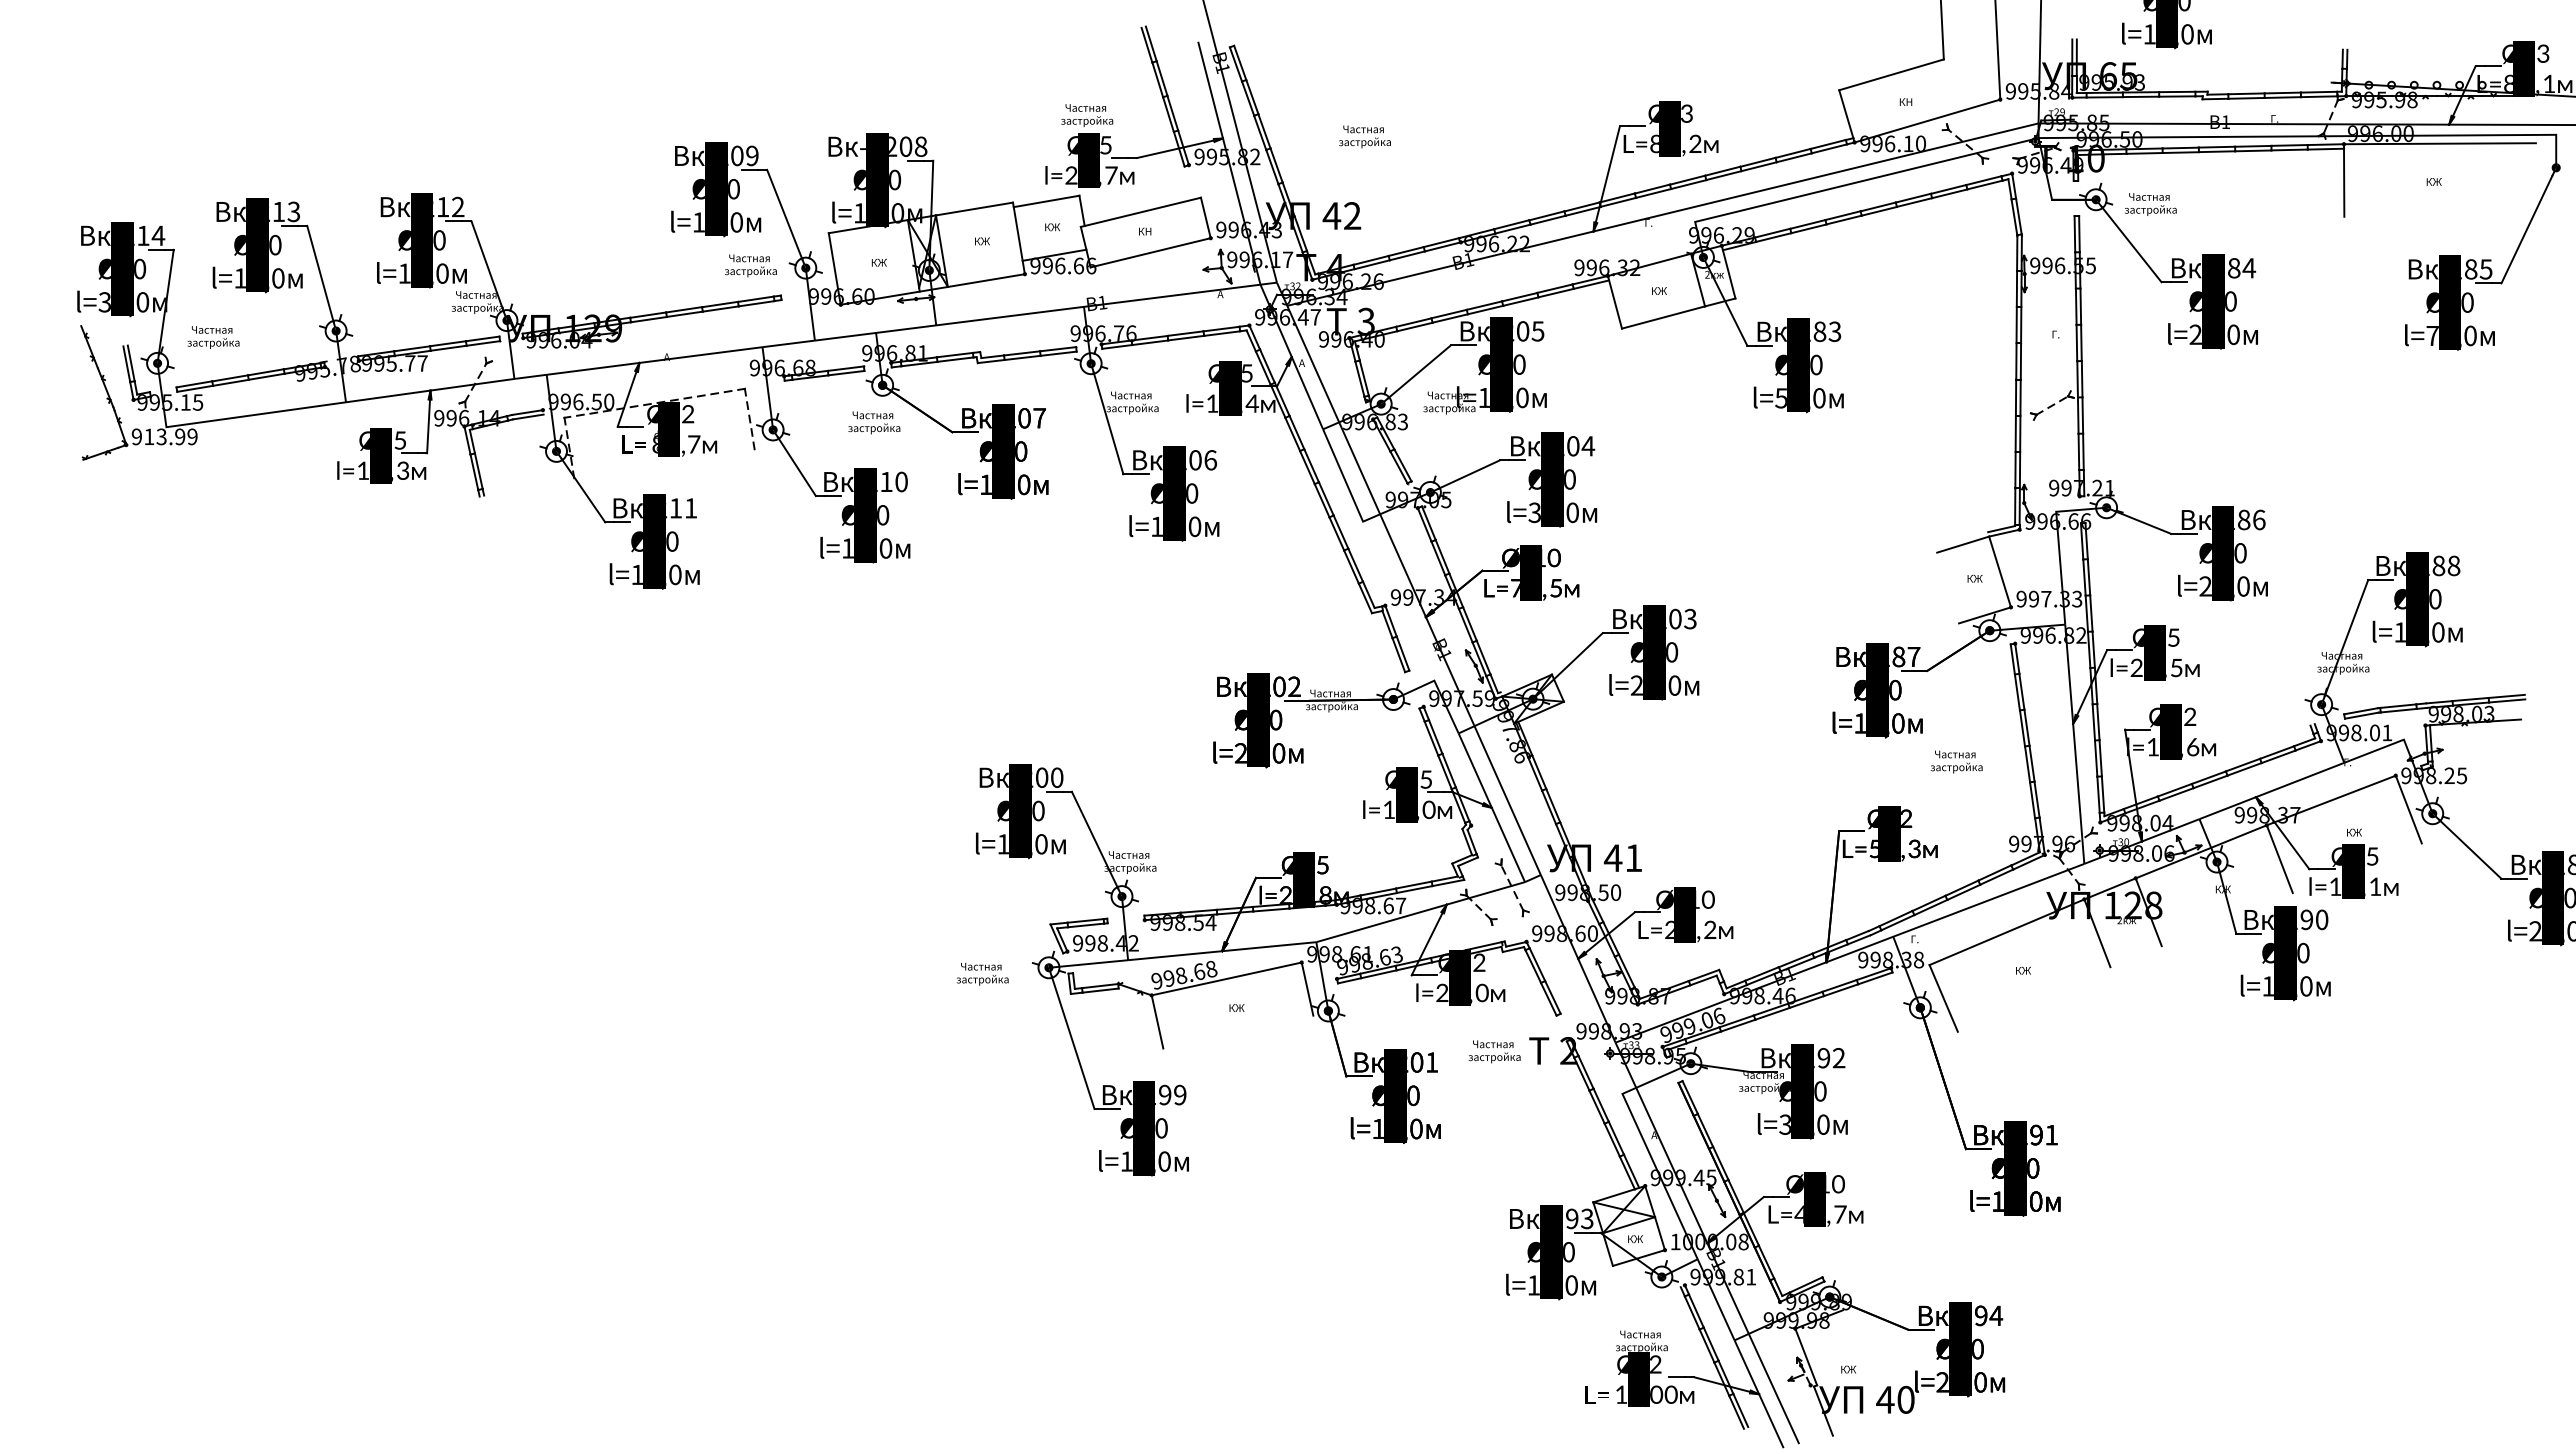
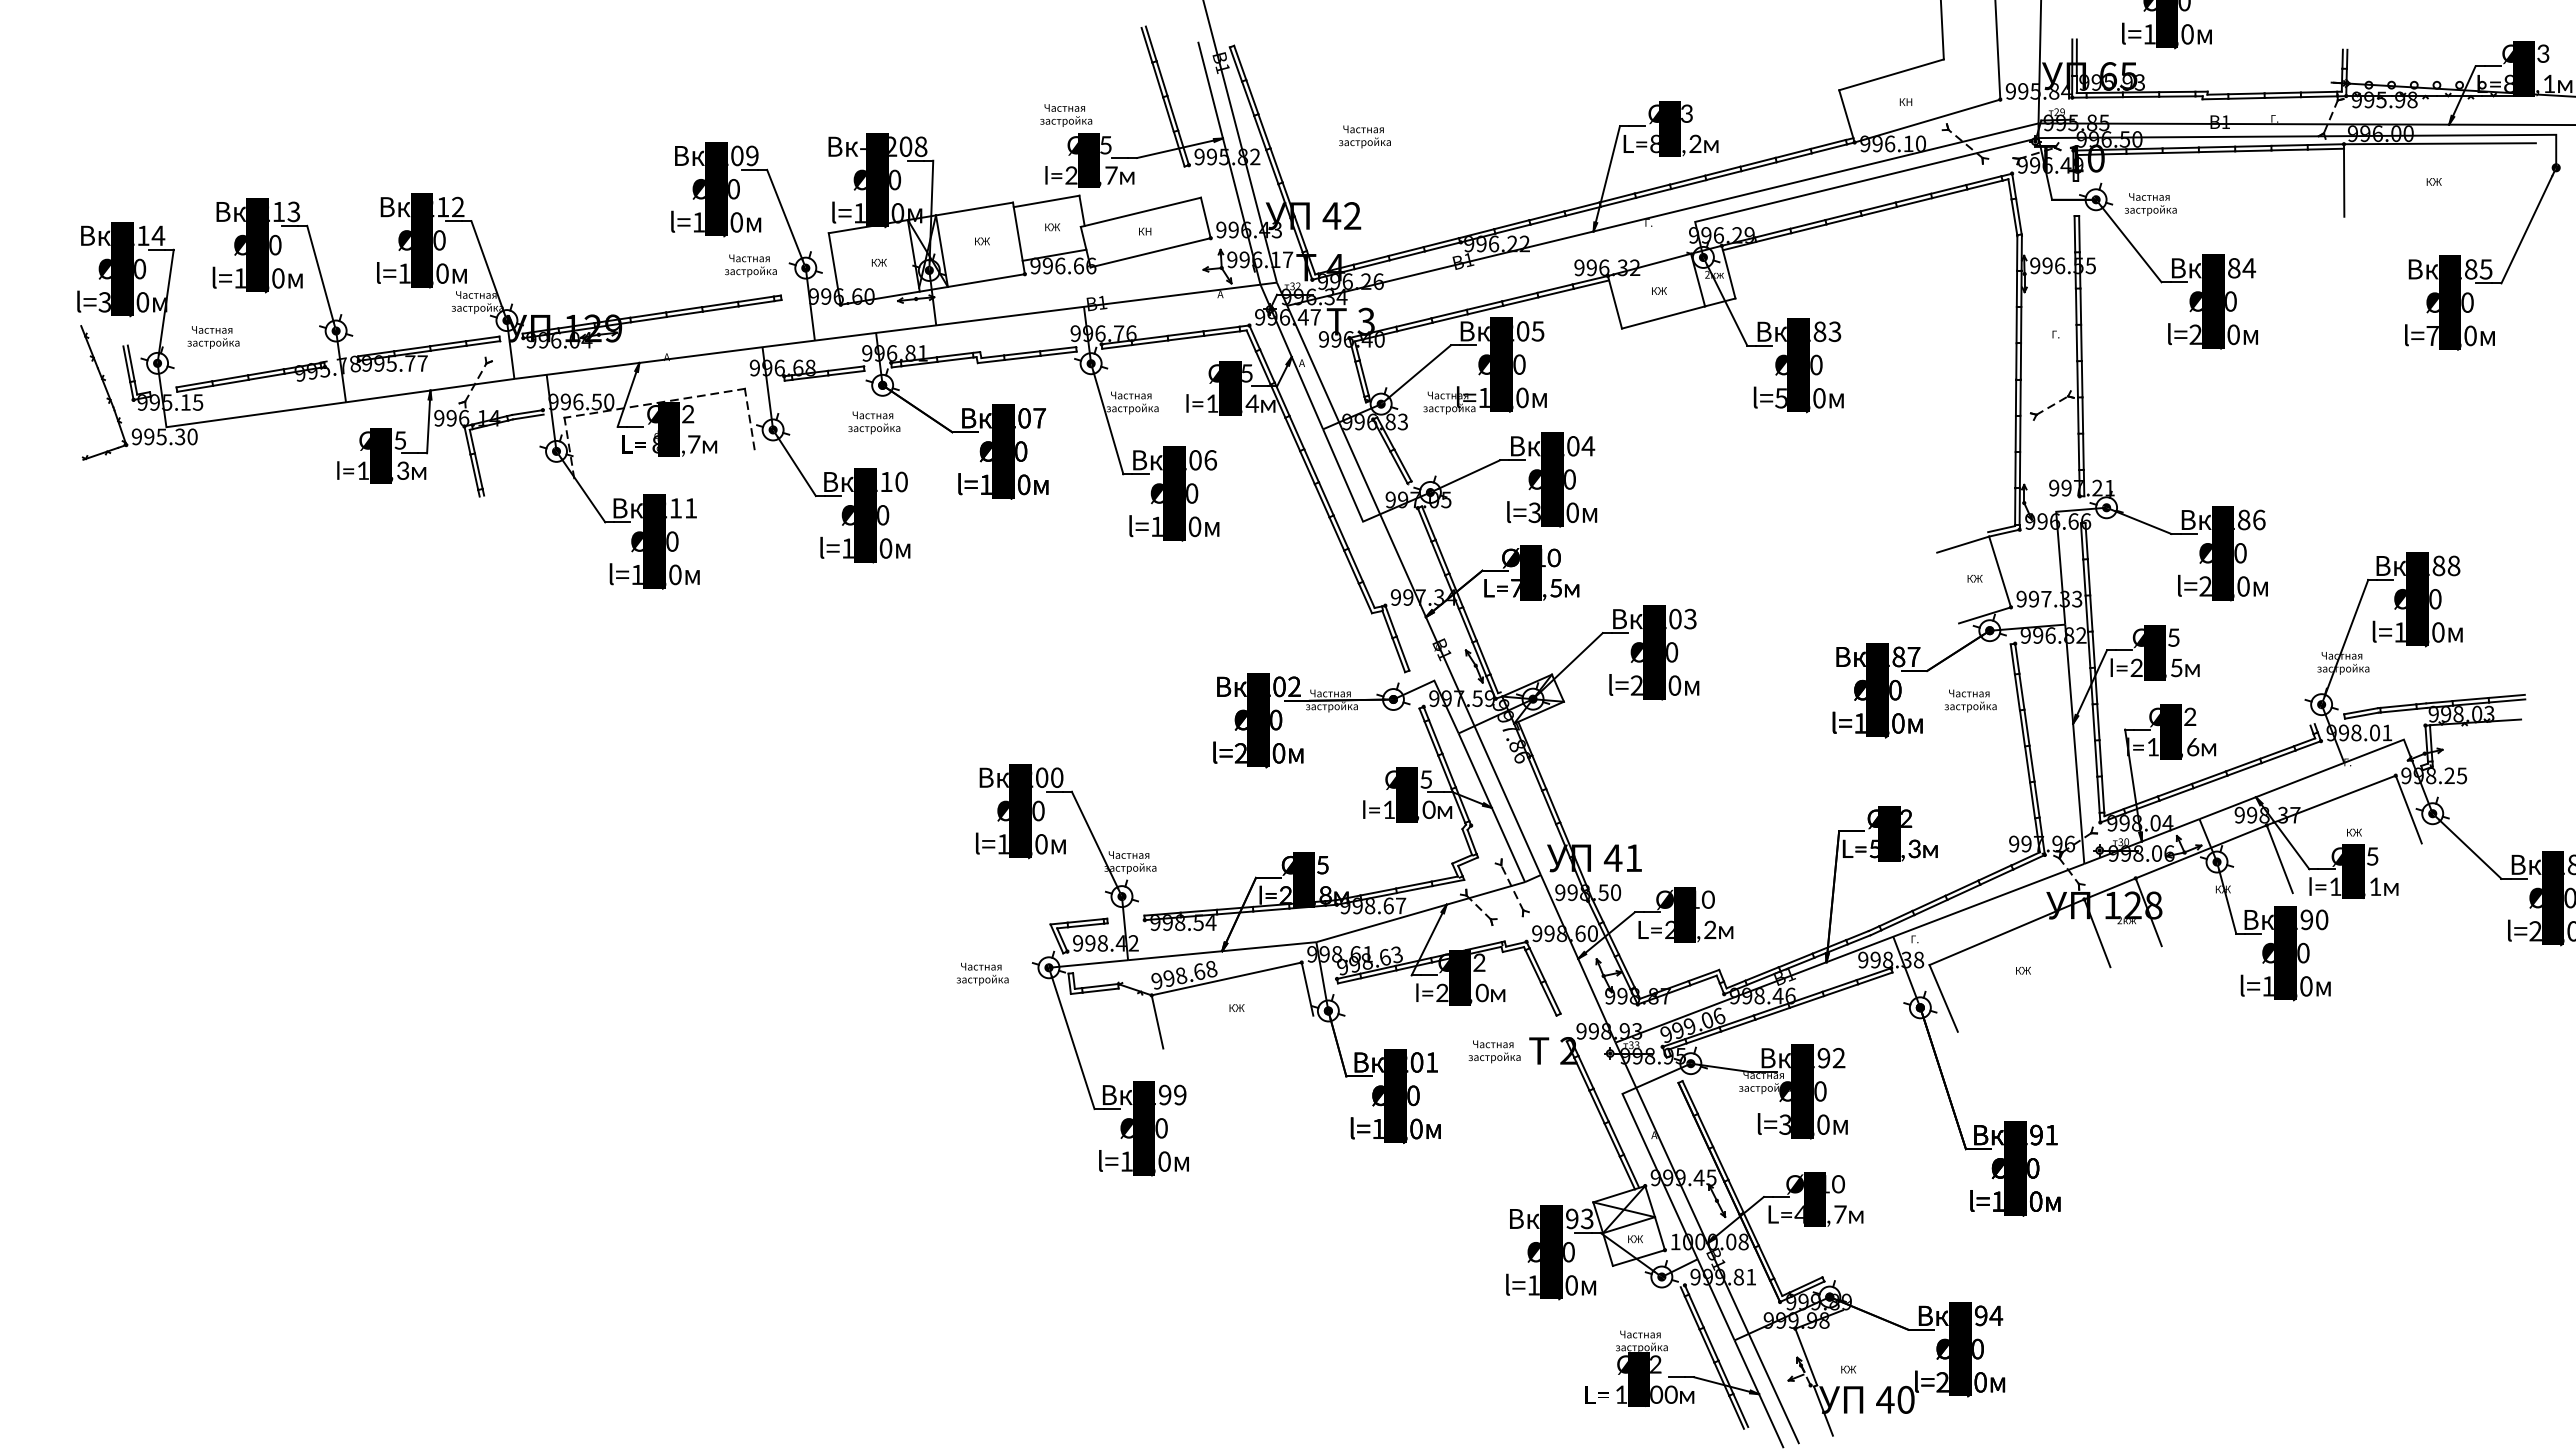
text at (1087, 115) position: (1087, 115) -> (1066, 115)
text at (170, 436): 913.99 -> 995.30
text at (1956, 761) position: (1956, 761) -> (1970, 700)
